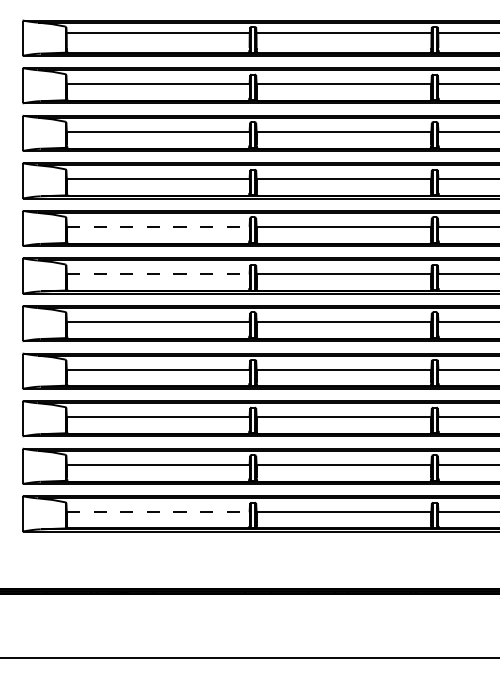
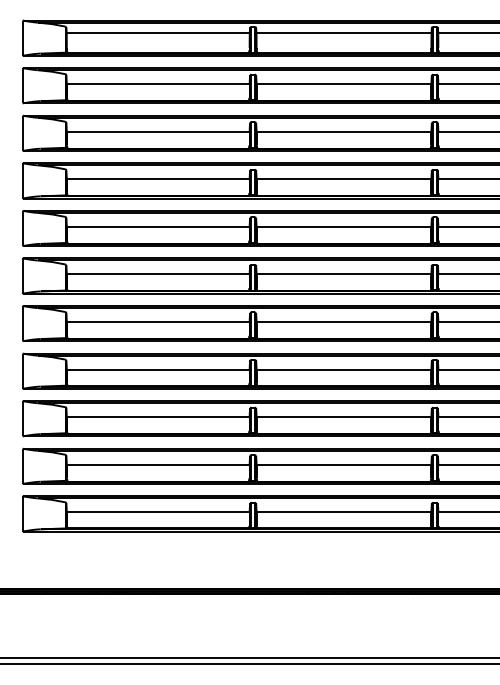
line at (158, 226): dashed -> solid
line at (158, 274): dashed -> solid
line at (158, 512): dashed -> solid
line at (249, 664): none -> present
